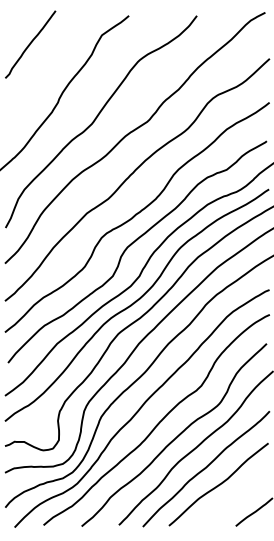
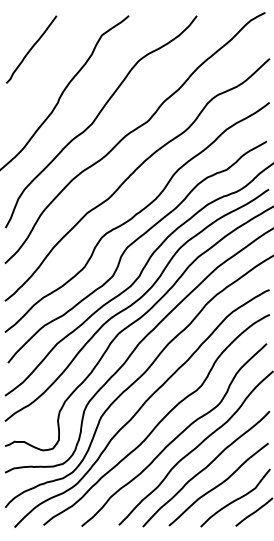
curve at (30, 44) position: (30, 44) -> (31, 49)
curve at (236, 498): none -> present
